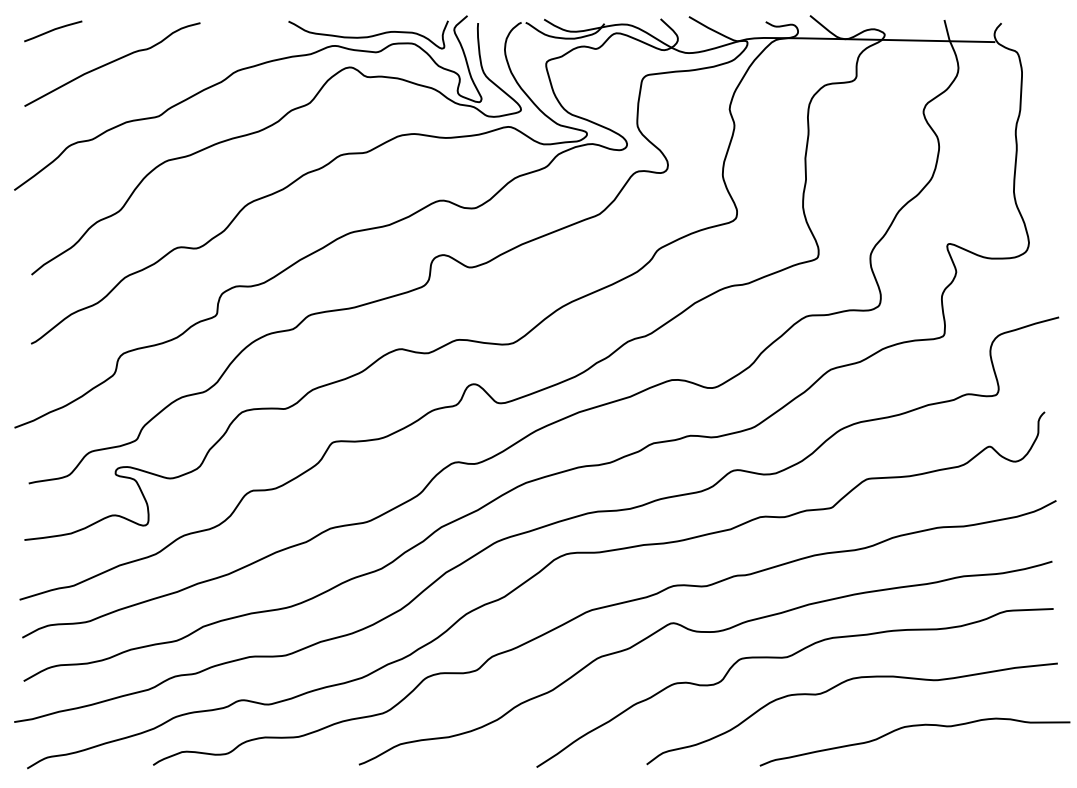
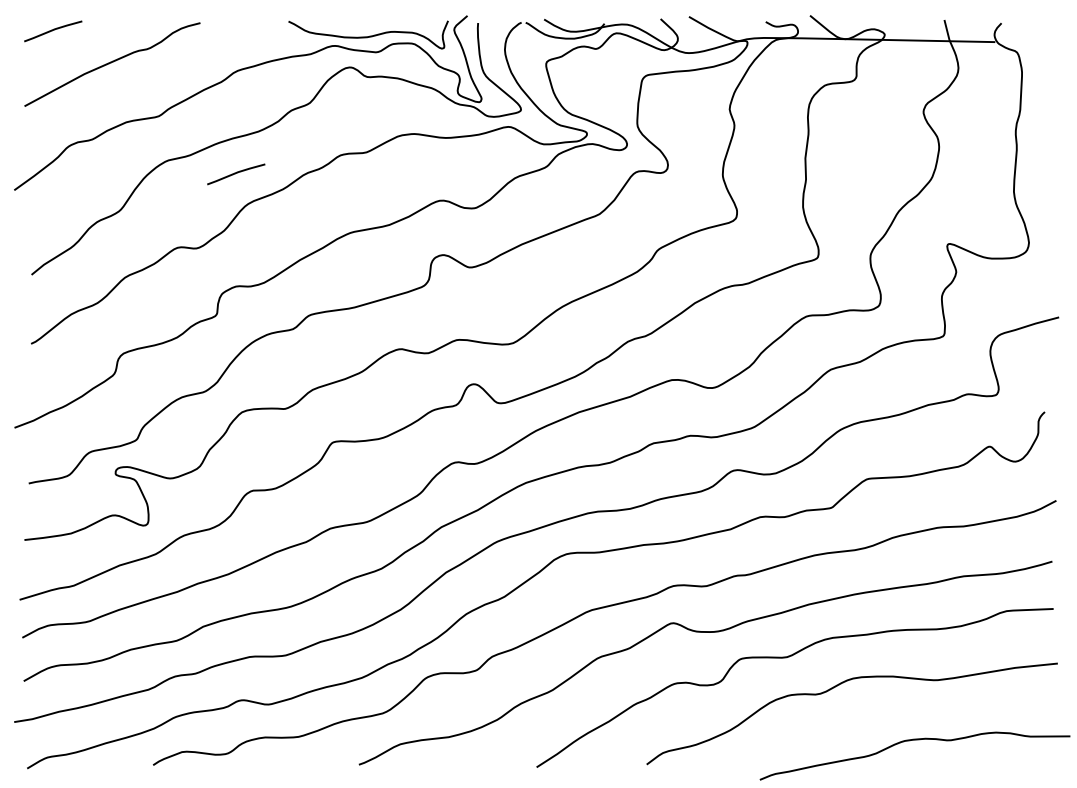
line at (236, 173): none -> present
curve at (909, 727) position: (909, 727) -> (909, 741)
